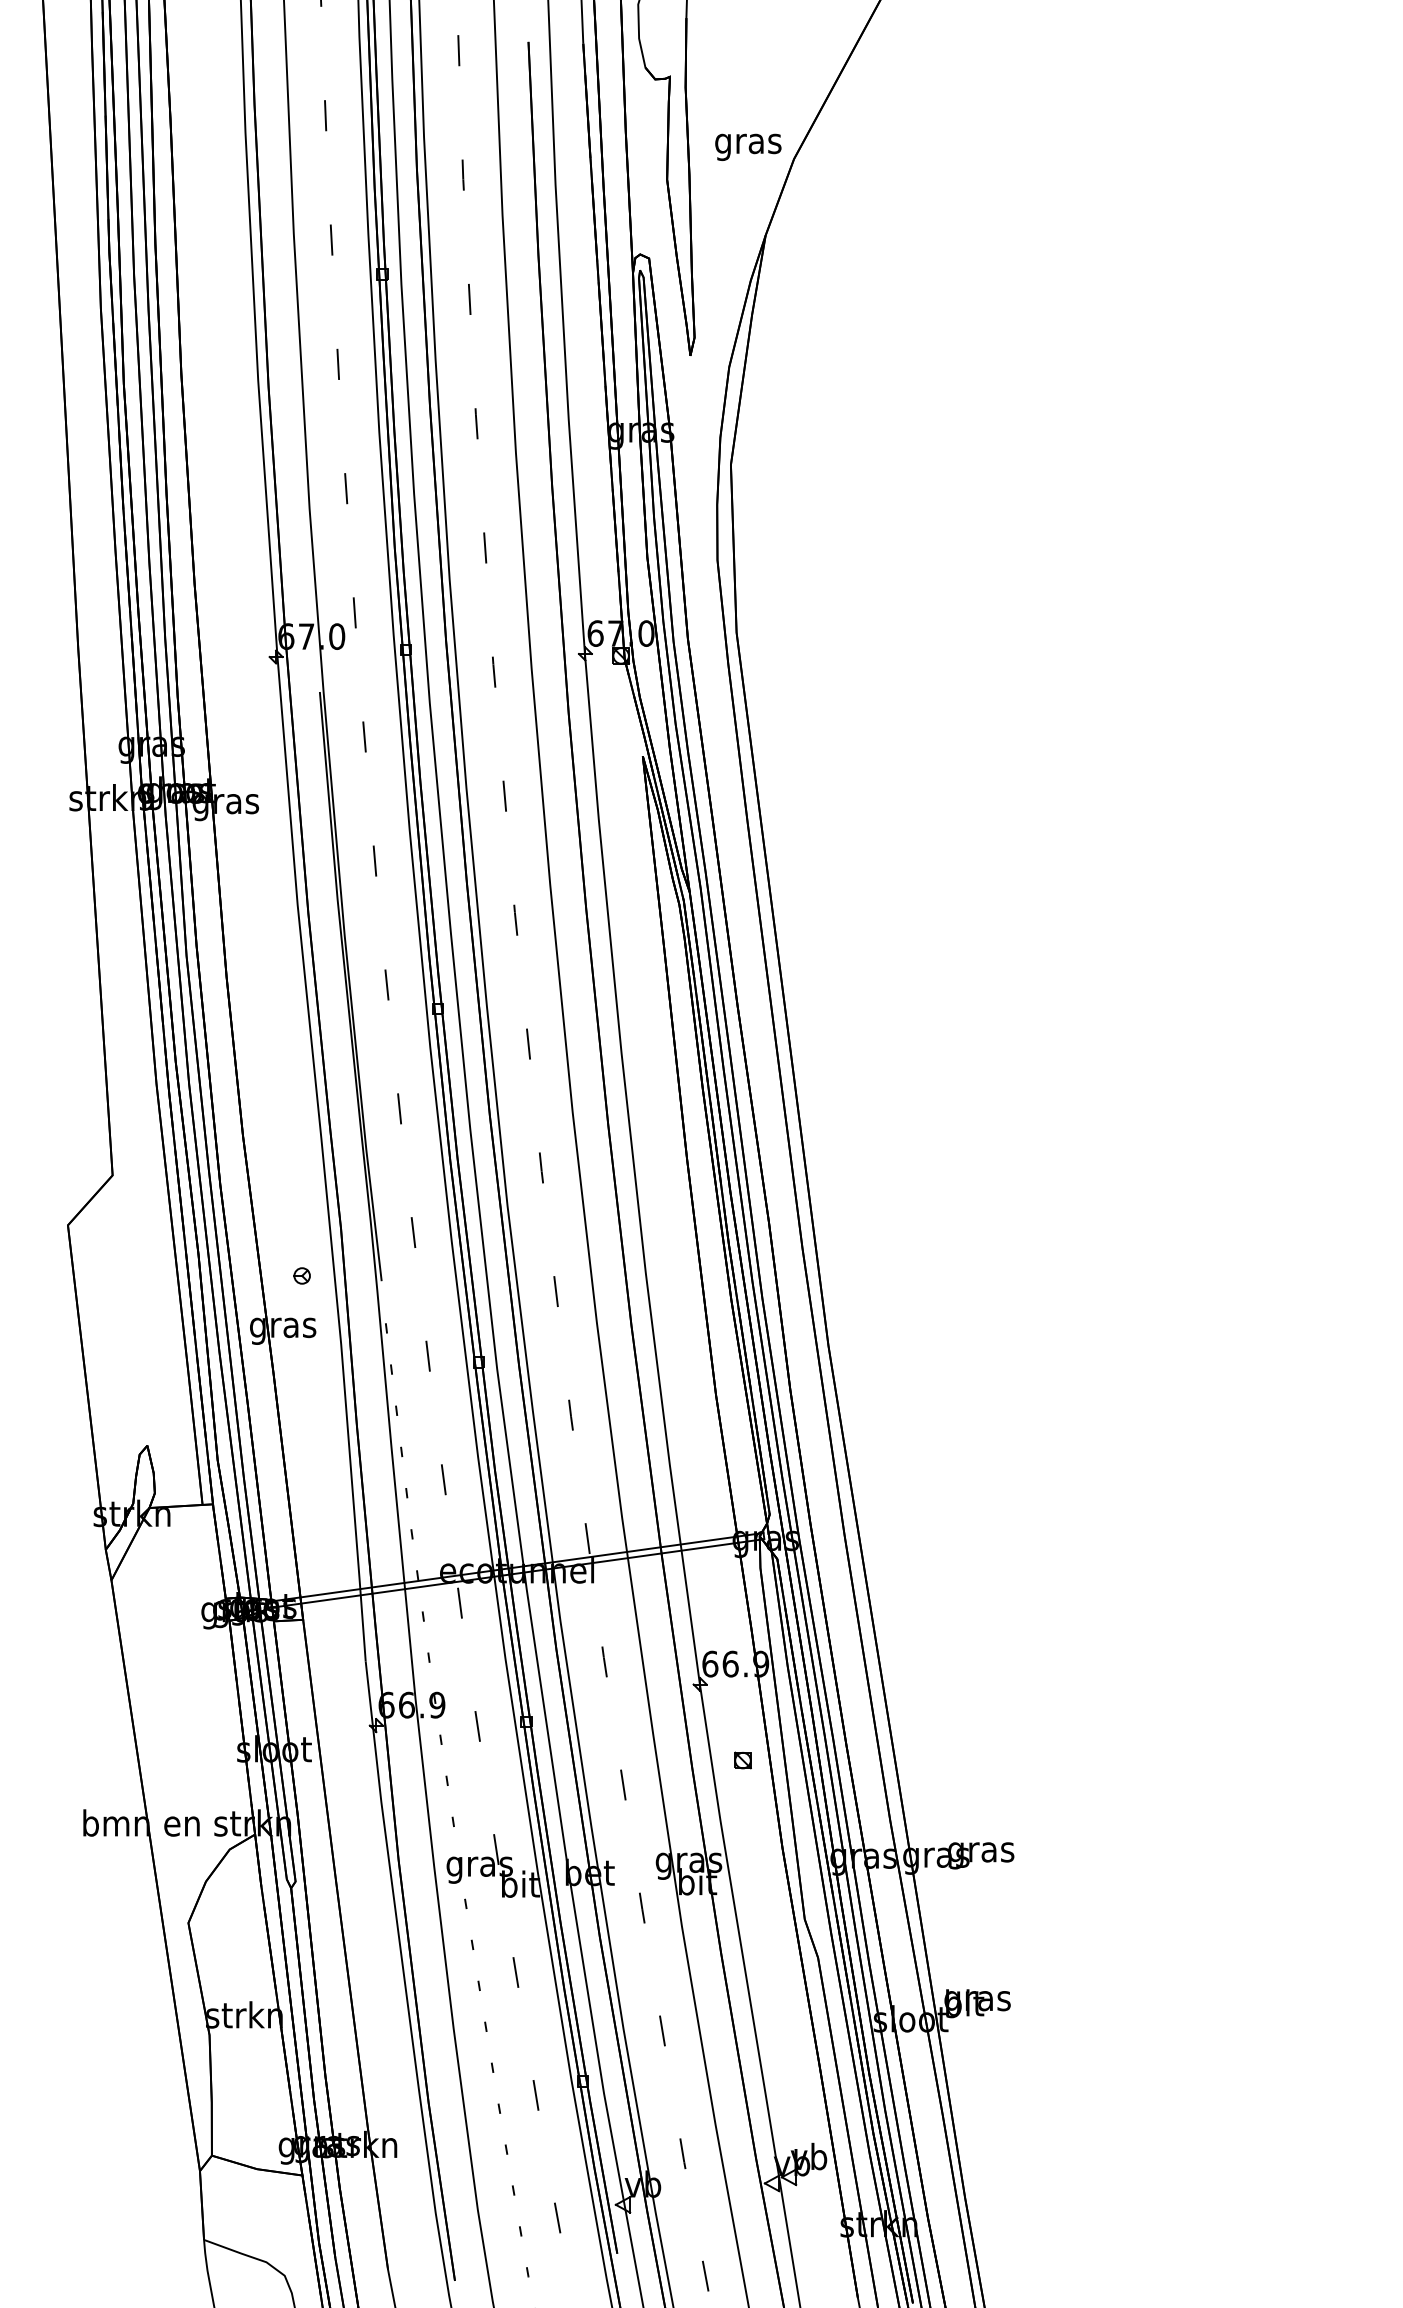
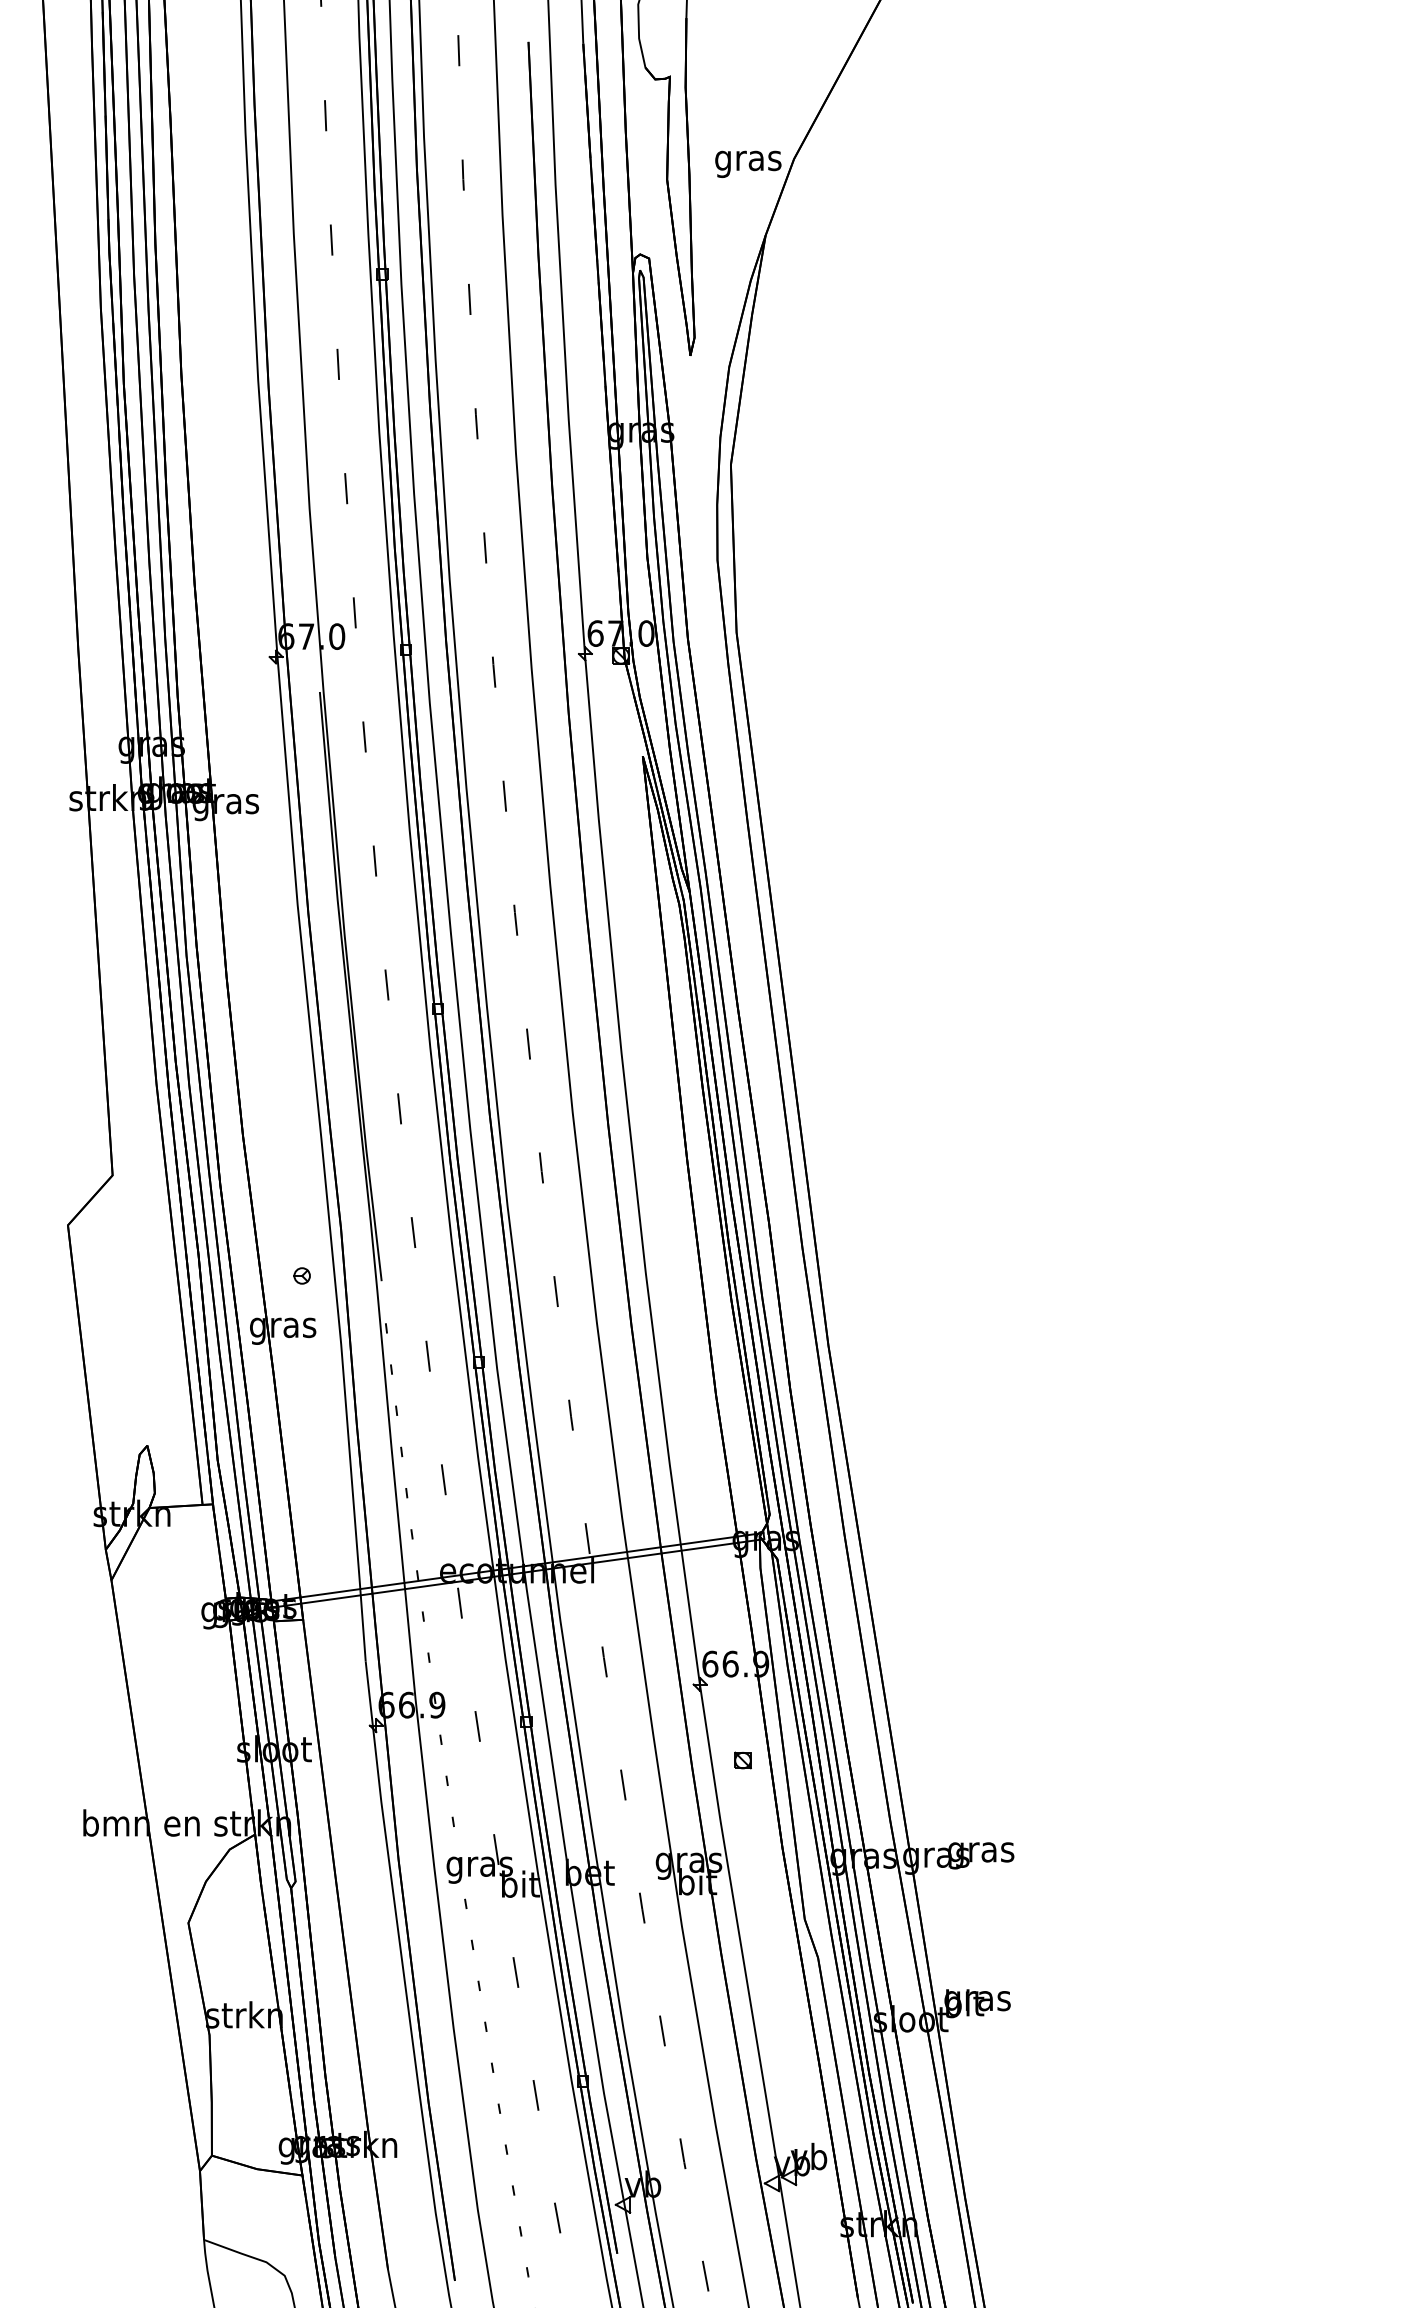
text at (748, 146) position: (748, 146) -> (748, 163)
